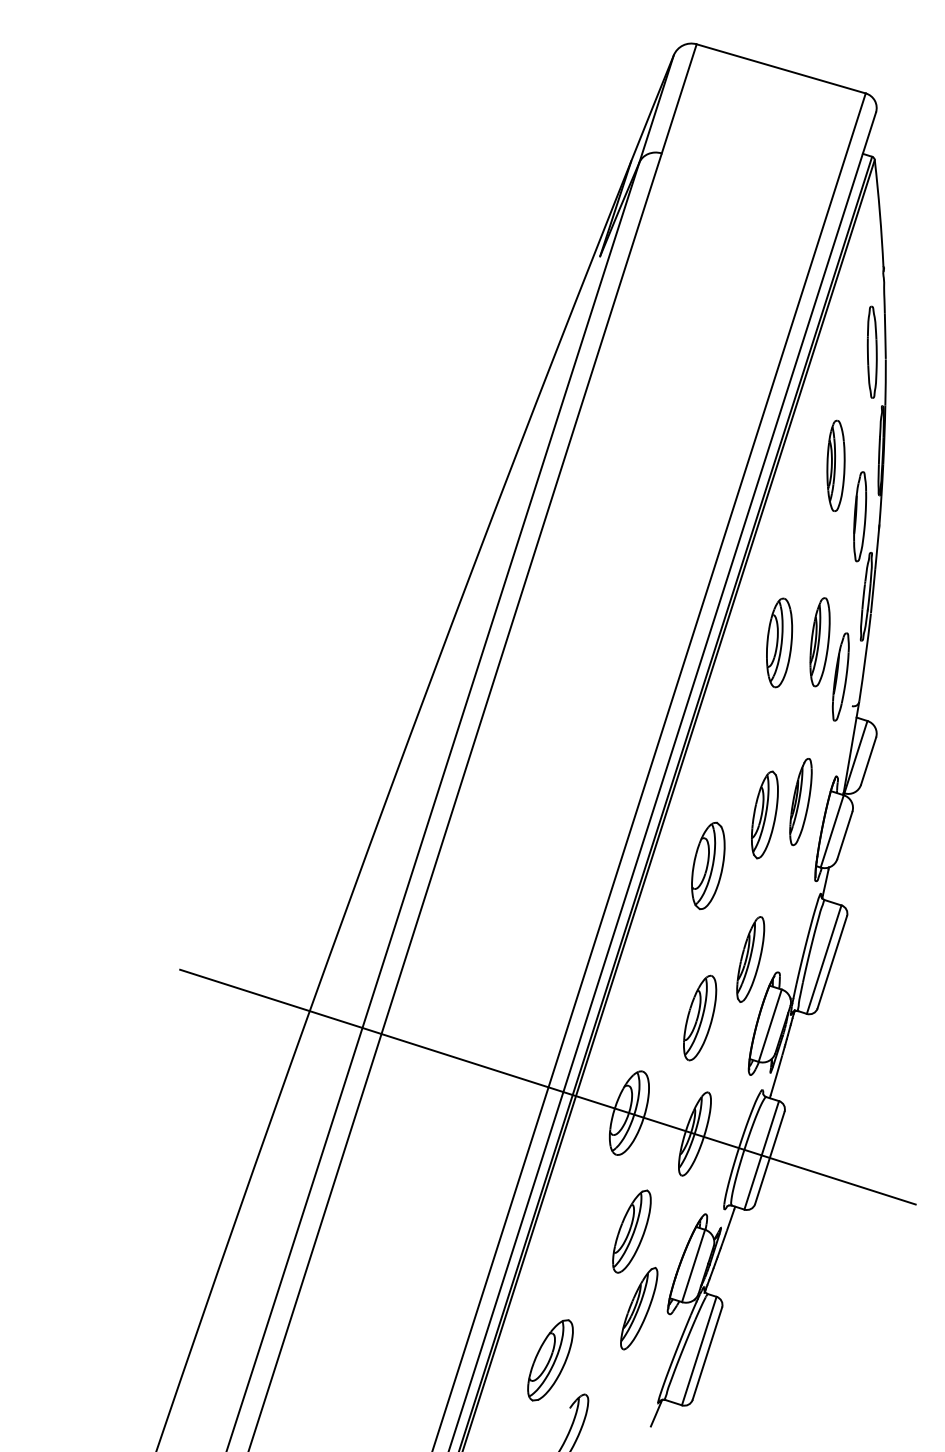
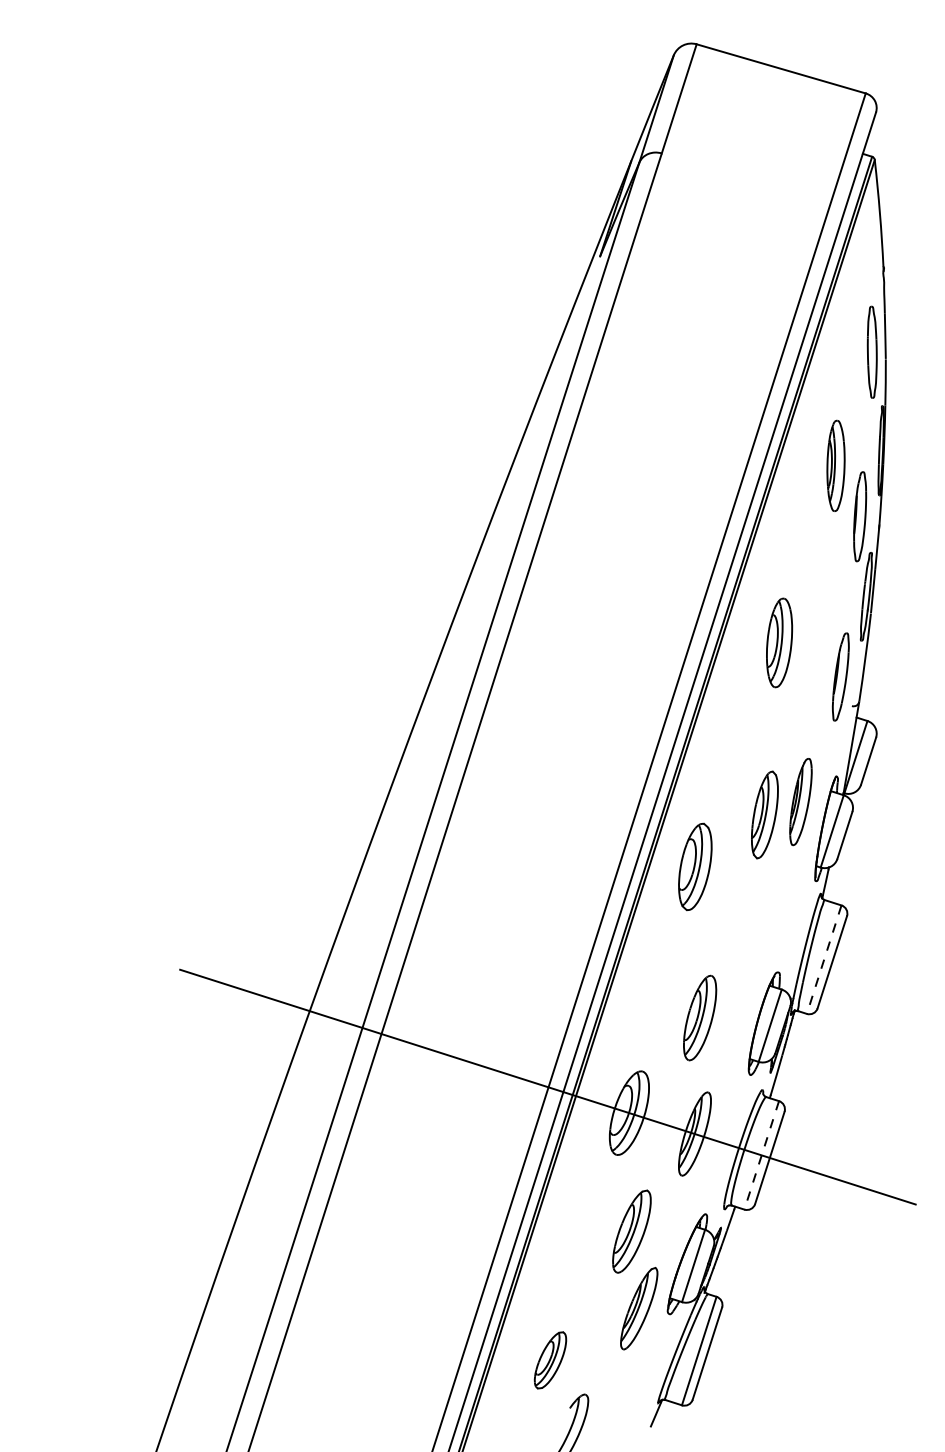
part at (819, 642): present -> none
part at (708, 865) position: (708, 865) -> (695, 866)
part at (750, 959): present -> none
line at (824, 959): solid -> dashed
line at (761, 1155): solid -> dashed
part at (550, 1360) size: 47x83 px -> 35x59 px
